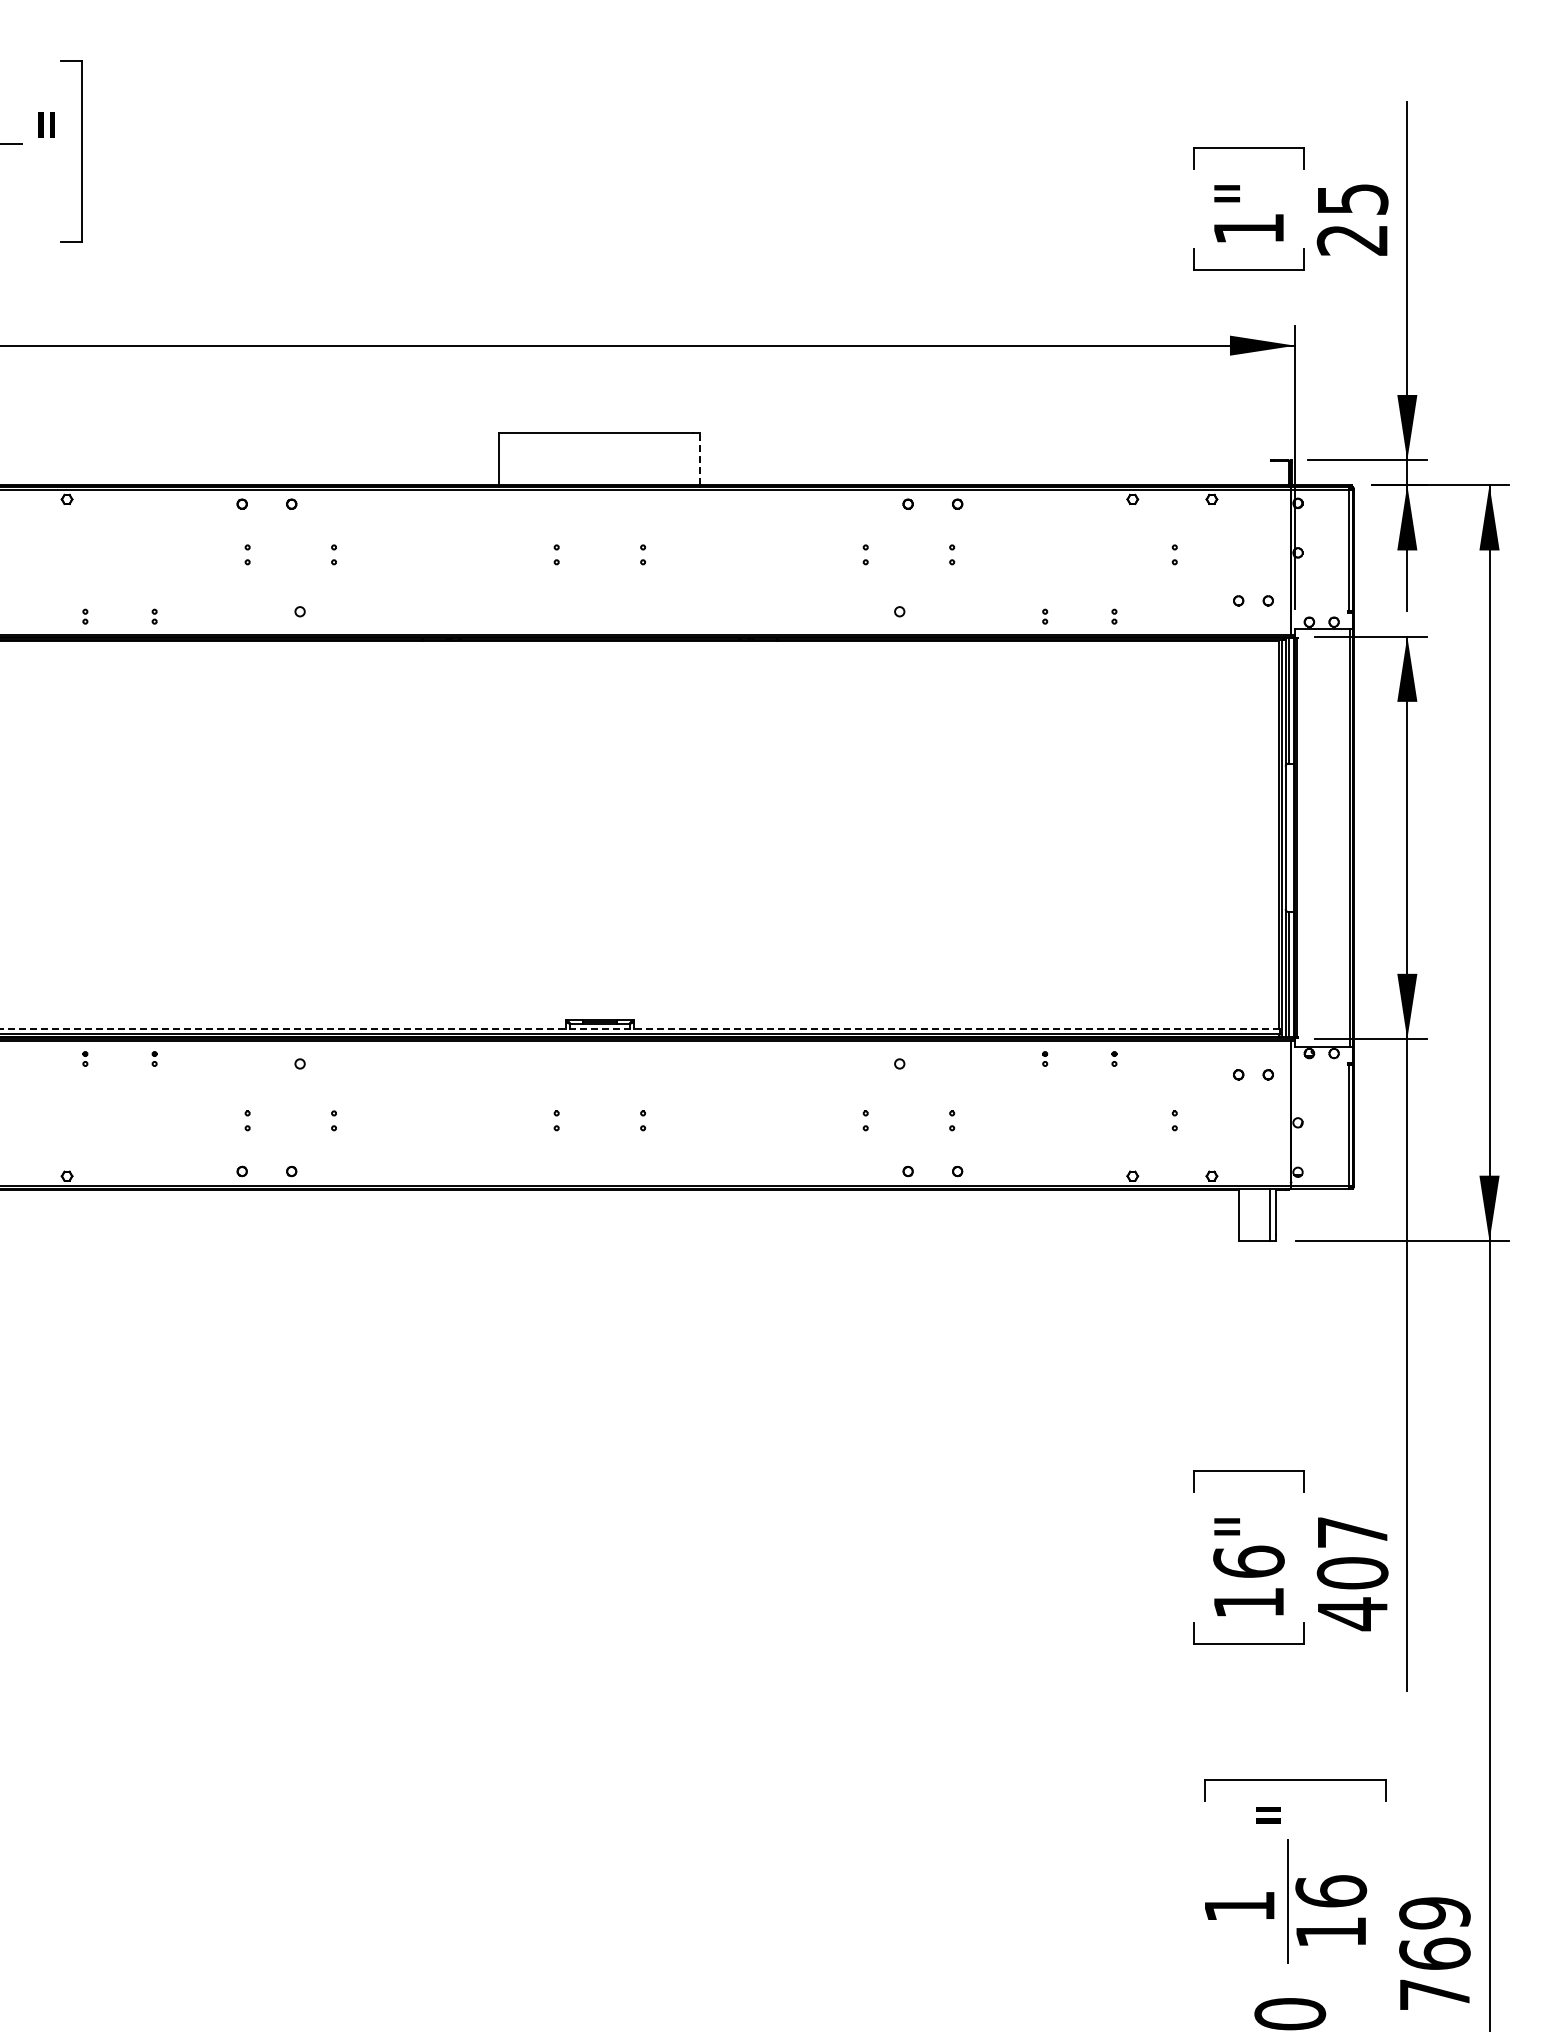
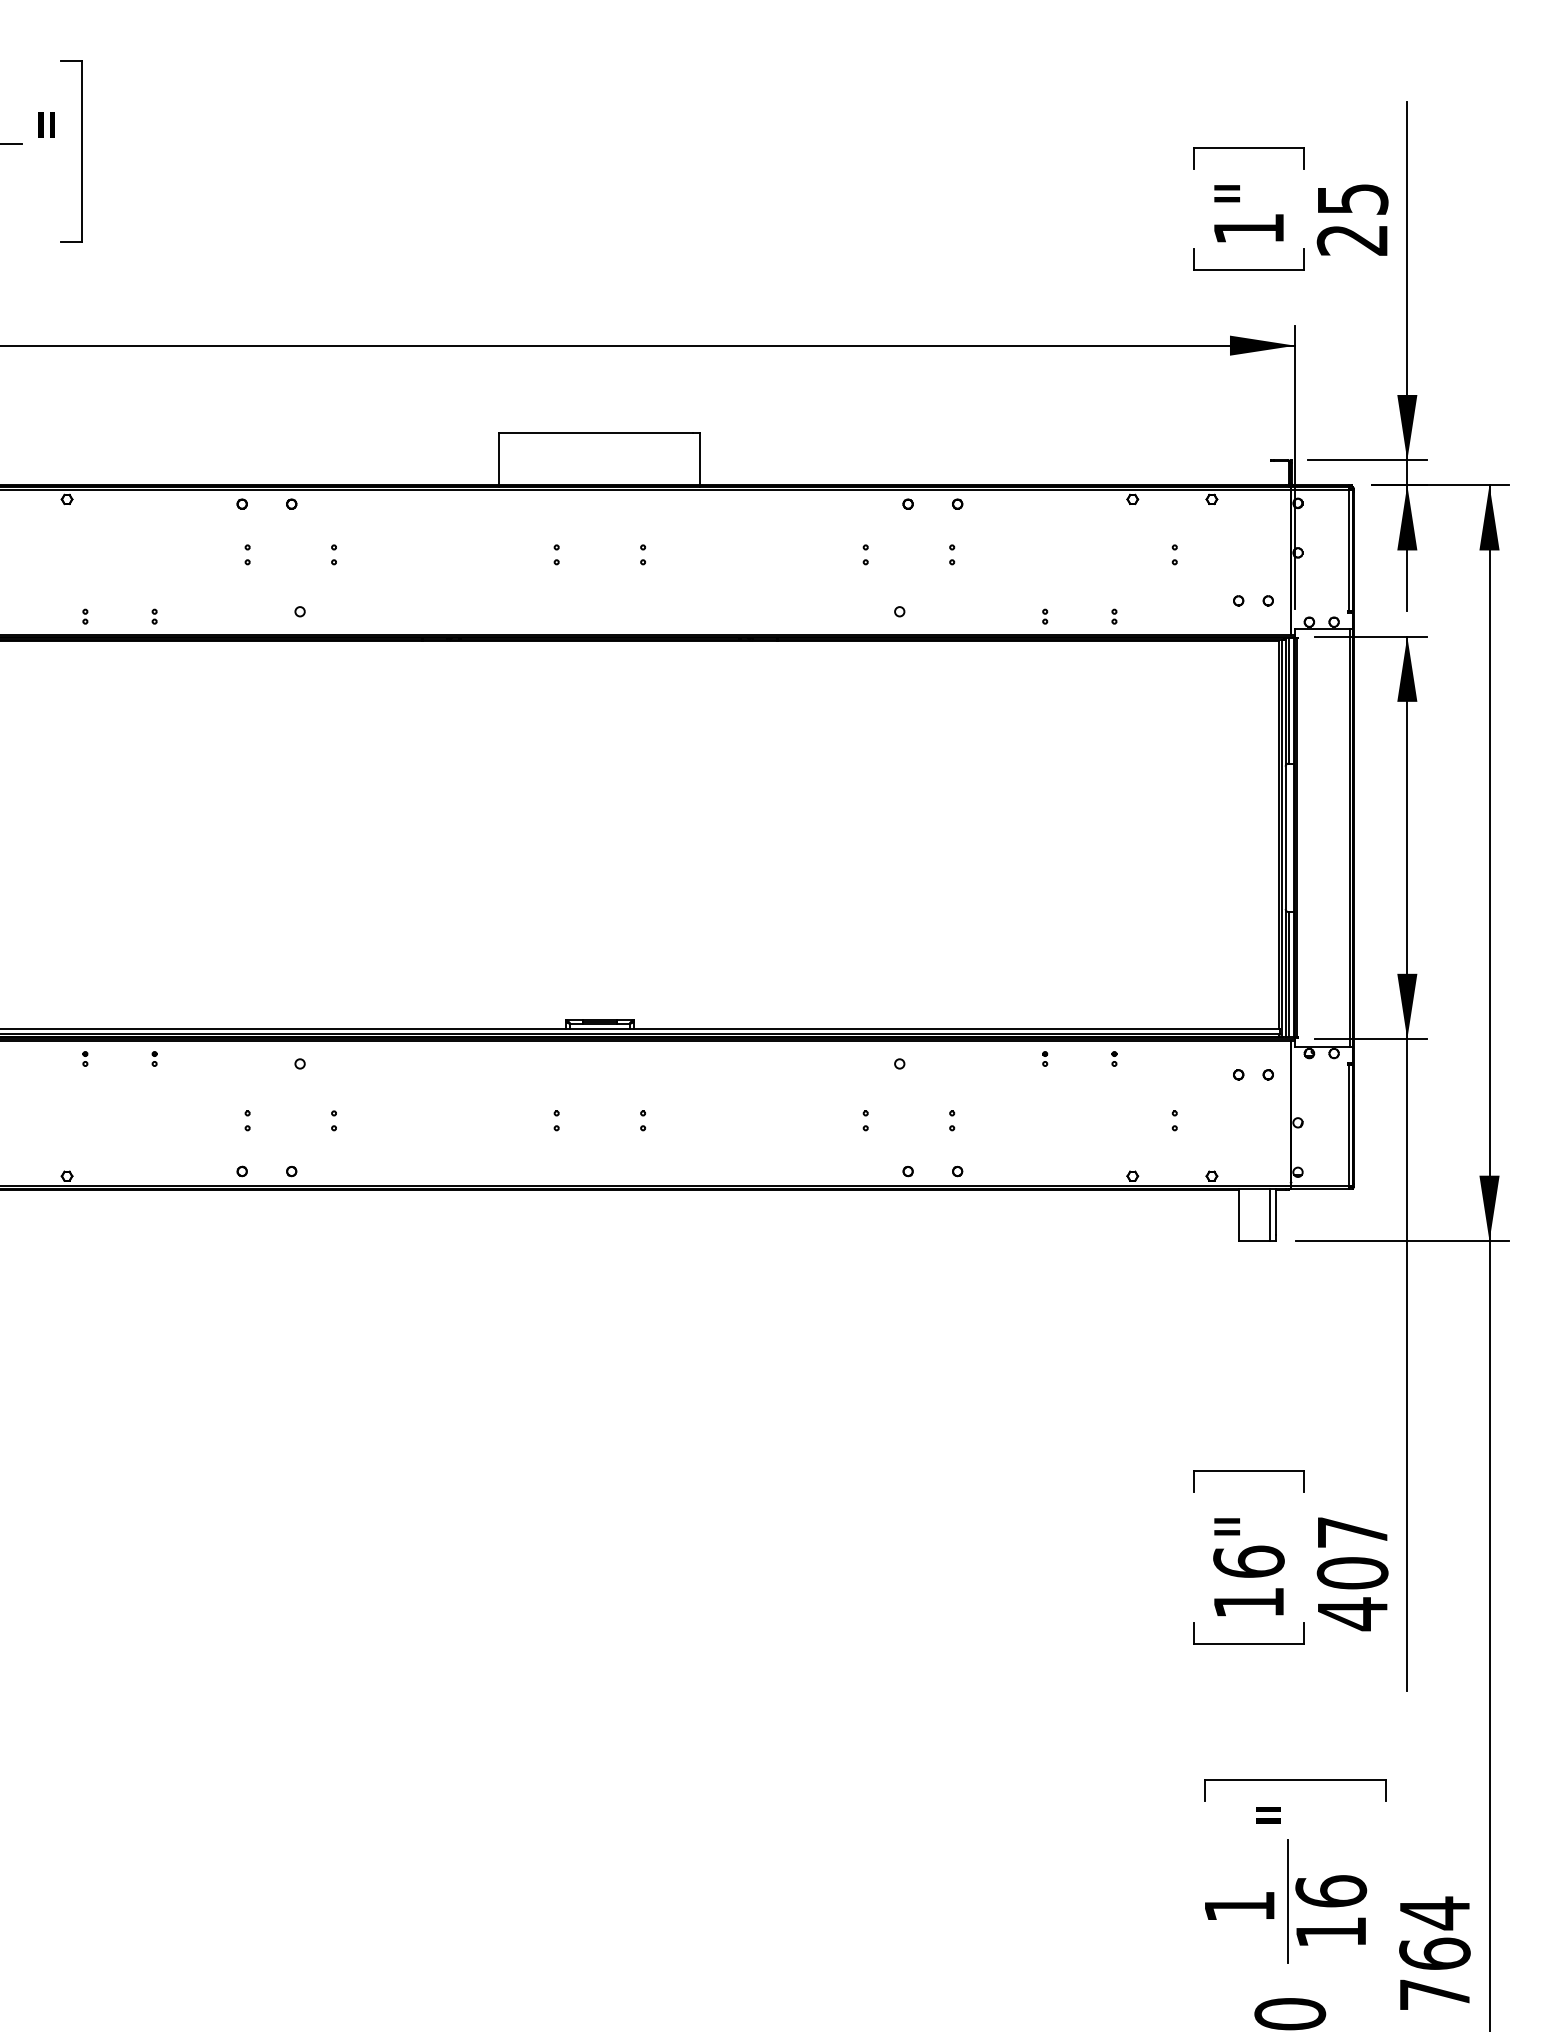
line at (700, 458): dashed -> solid
line at (640, 1028): dashed -> solid
text at (1434, 1913): 769 -> 764
